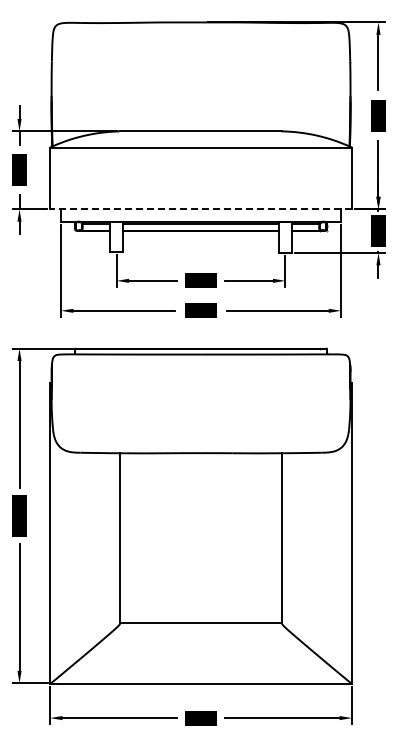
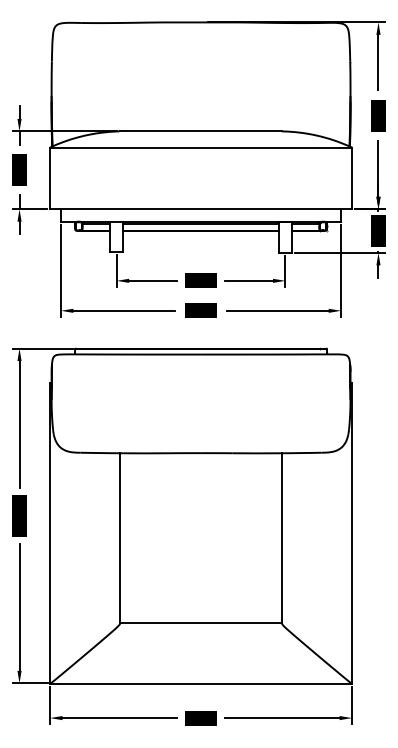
line at (200, 209): dashed -> solid
